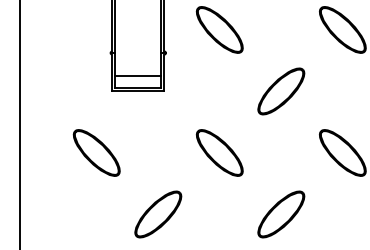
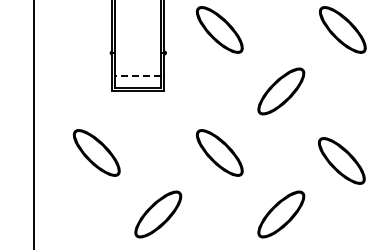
line at (137, 76): solid -> dashed
line at (19, 124) position: (19, 124) -> (33, 124)
part at (342, 152) position: (342, 152) -> (341, 160)
